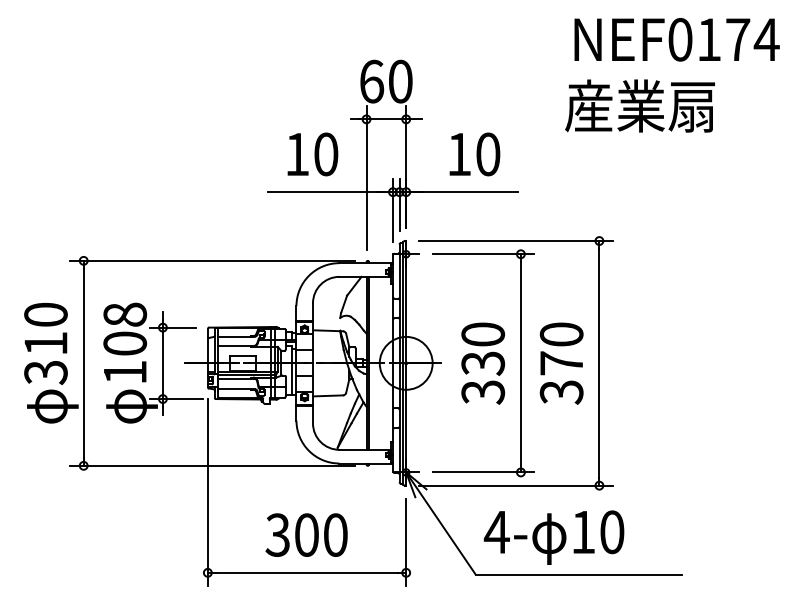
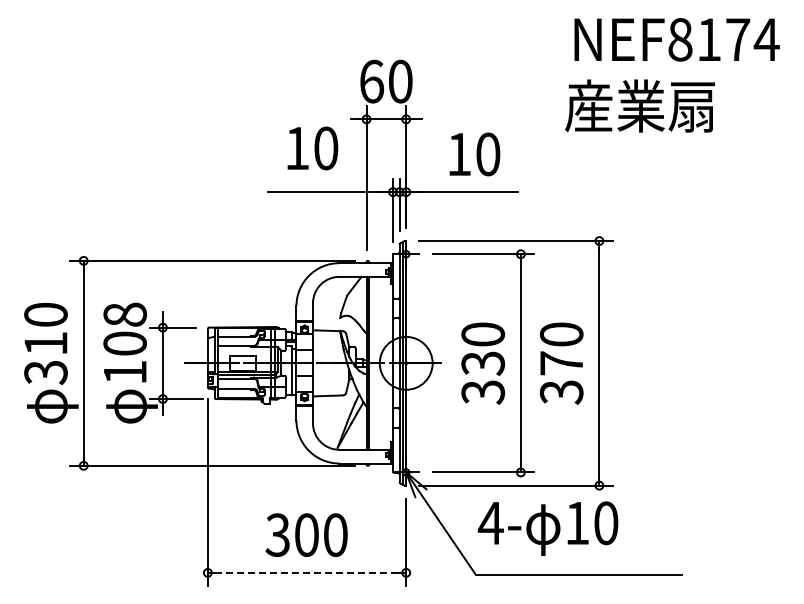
text at (680, 39): NEF0174 -> NEF8174
text at (312, 154) position: (312, 154) -> (312, 148)
text at (553, 537) position: (553, 537) -> (547, 528)
line at (306, 572): solid -> dashed
